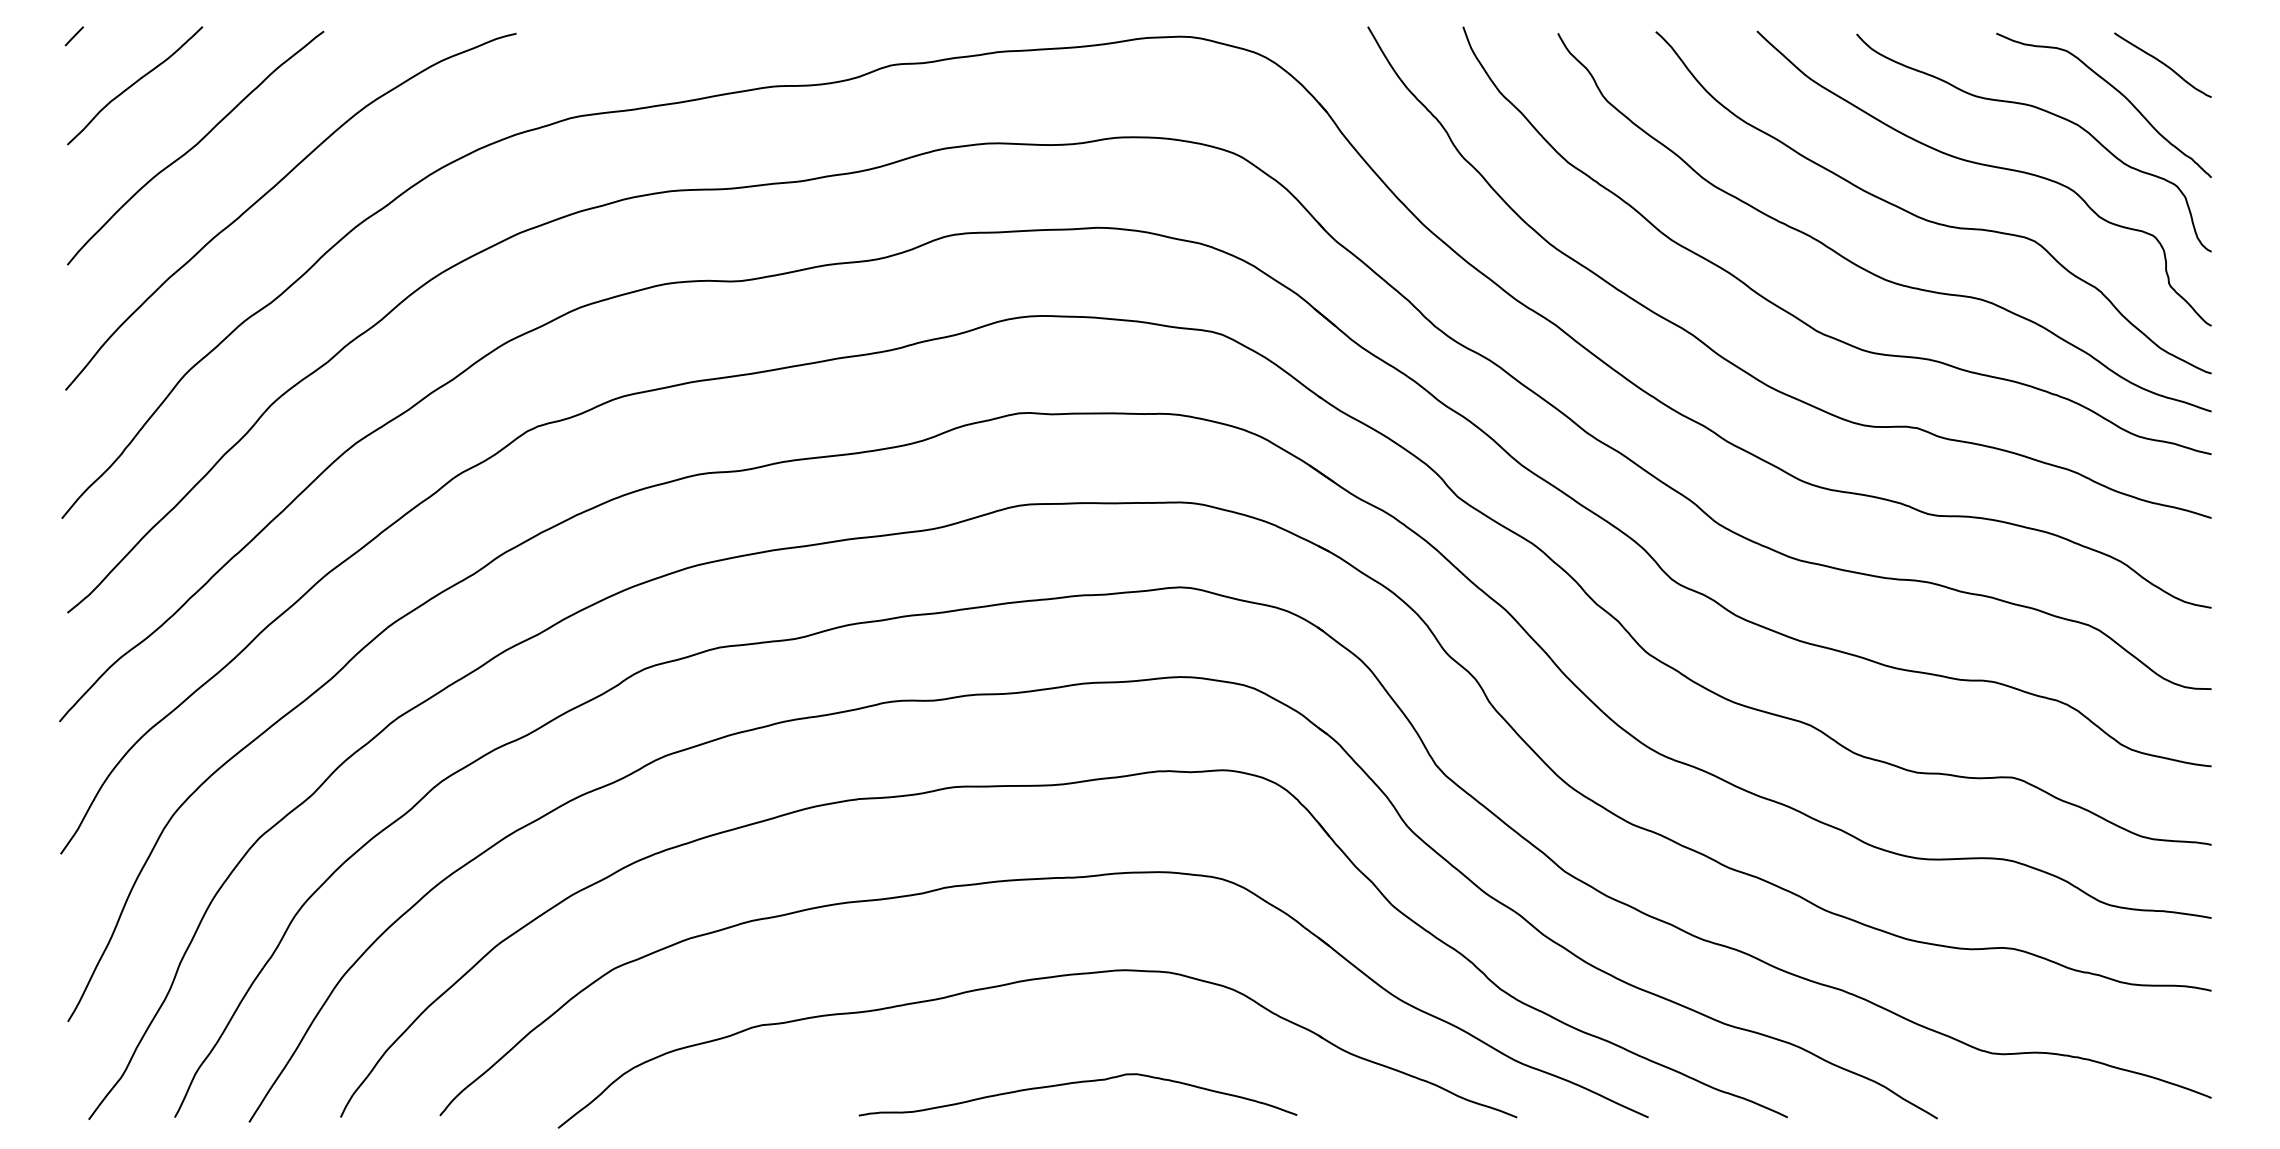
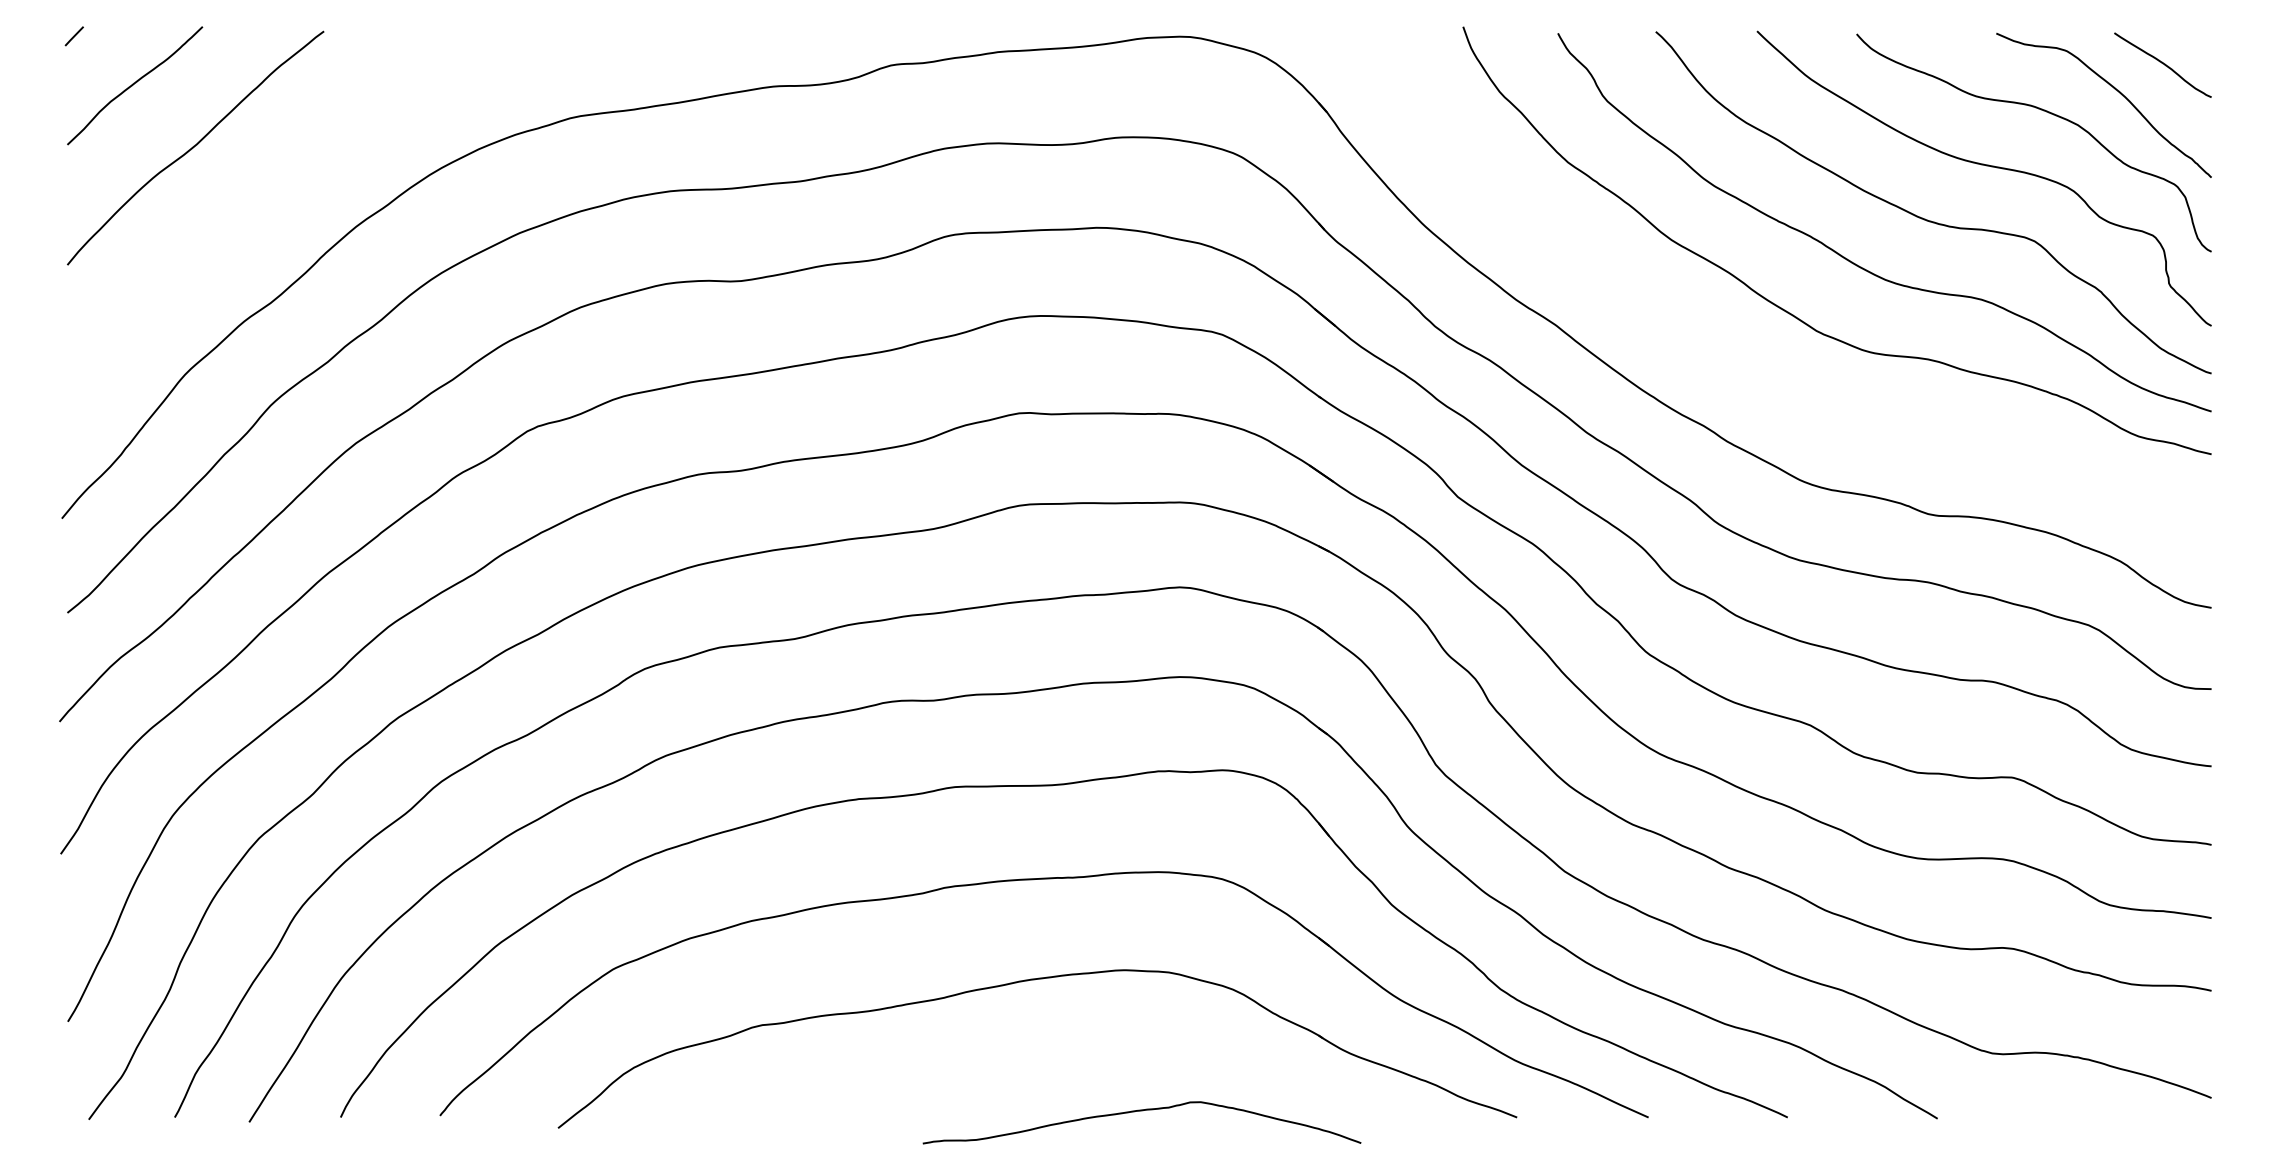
curve at (270, 191): present -> none
curve at (1729, 360): present -> none
curve at (1077, 1083) position: (1077, 1083) -> (1141, 1111)
